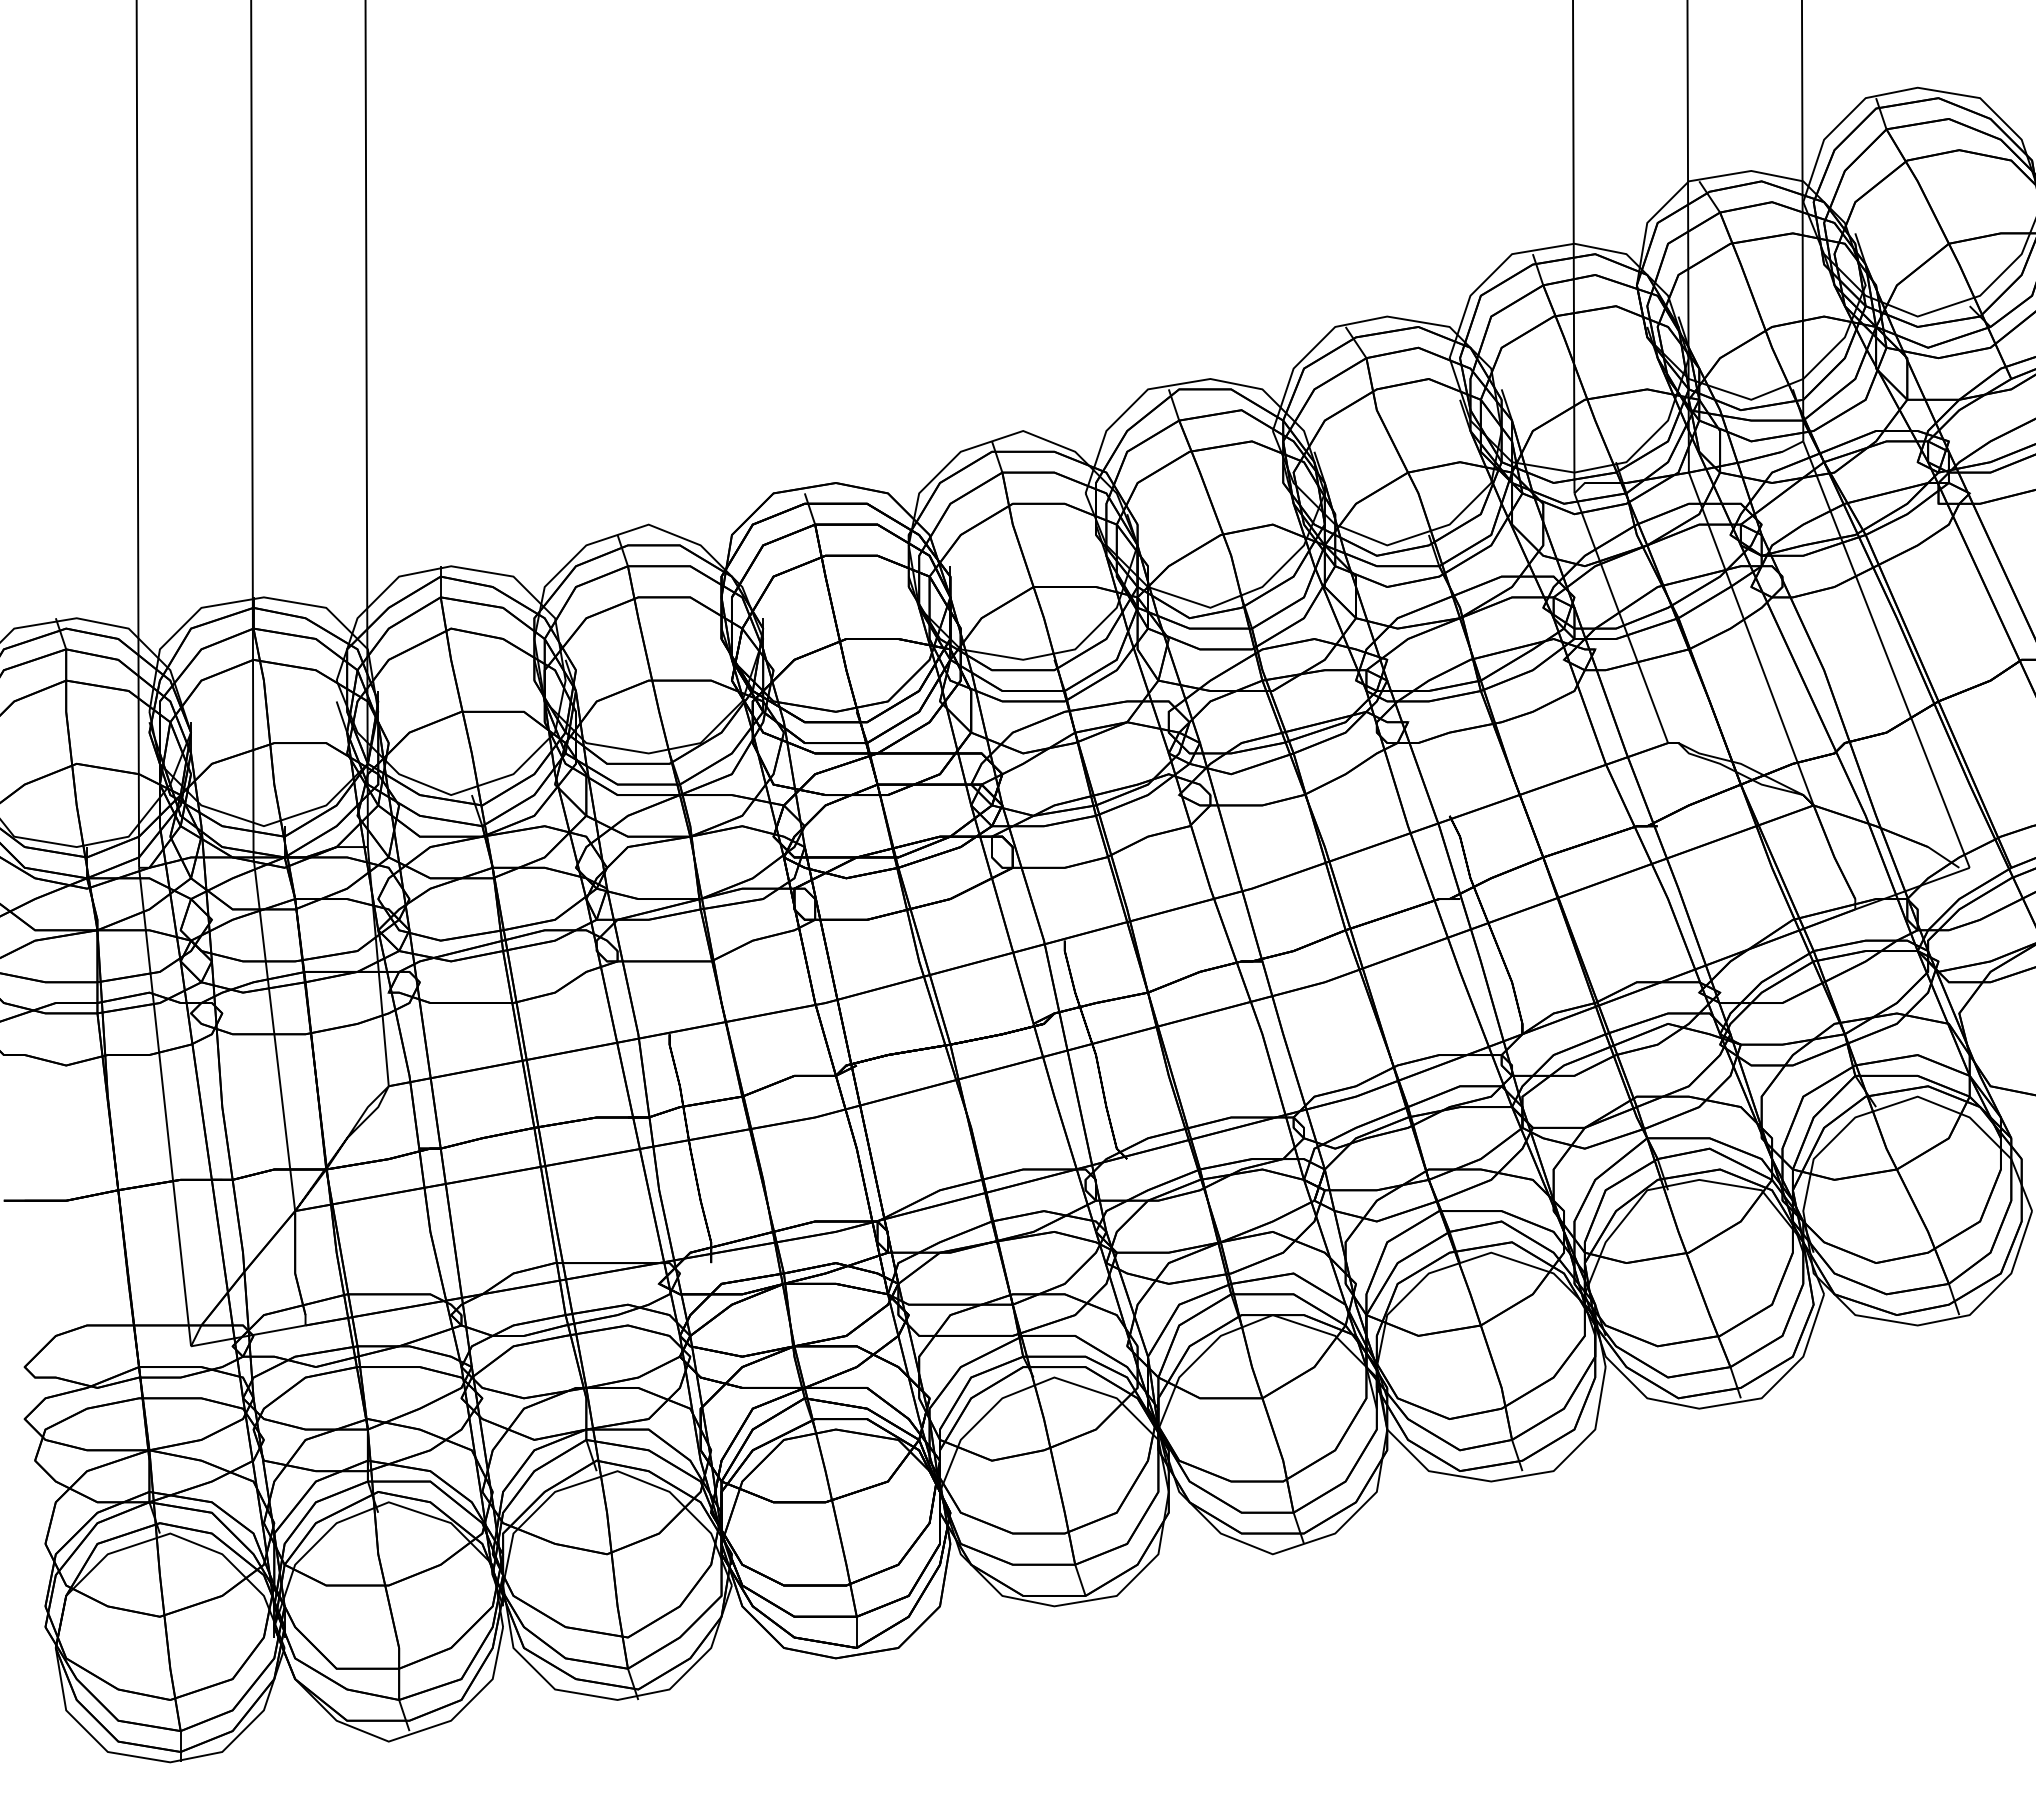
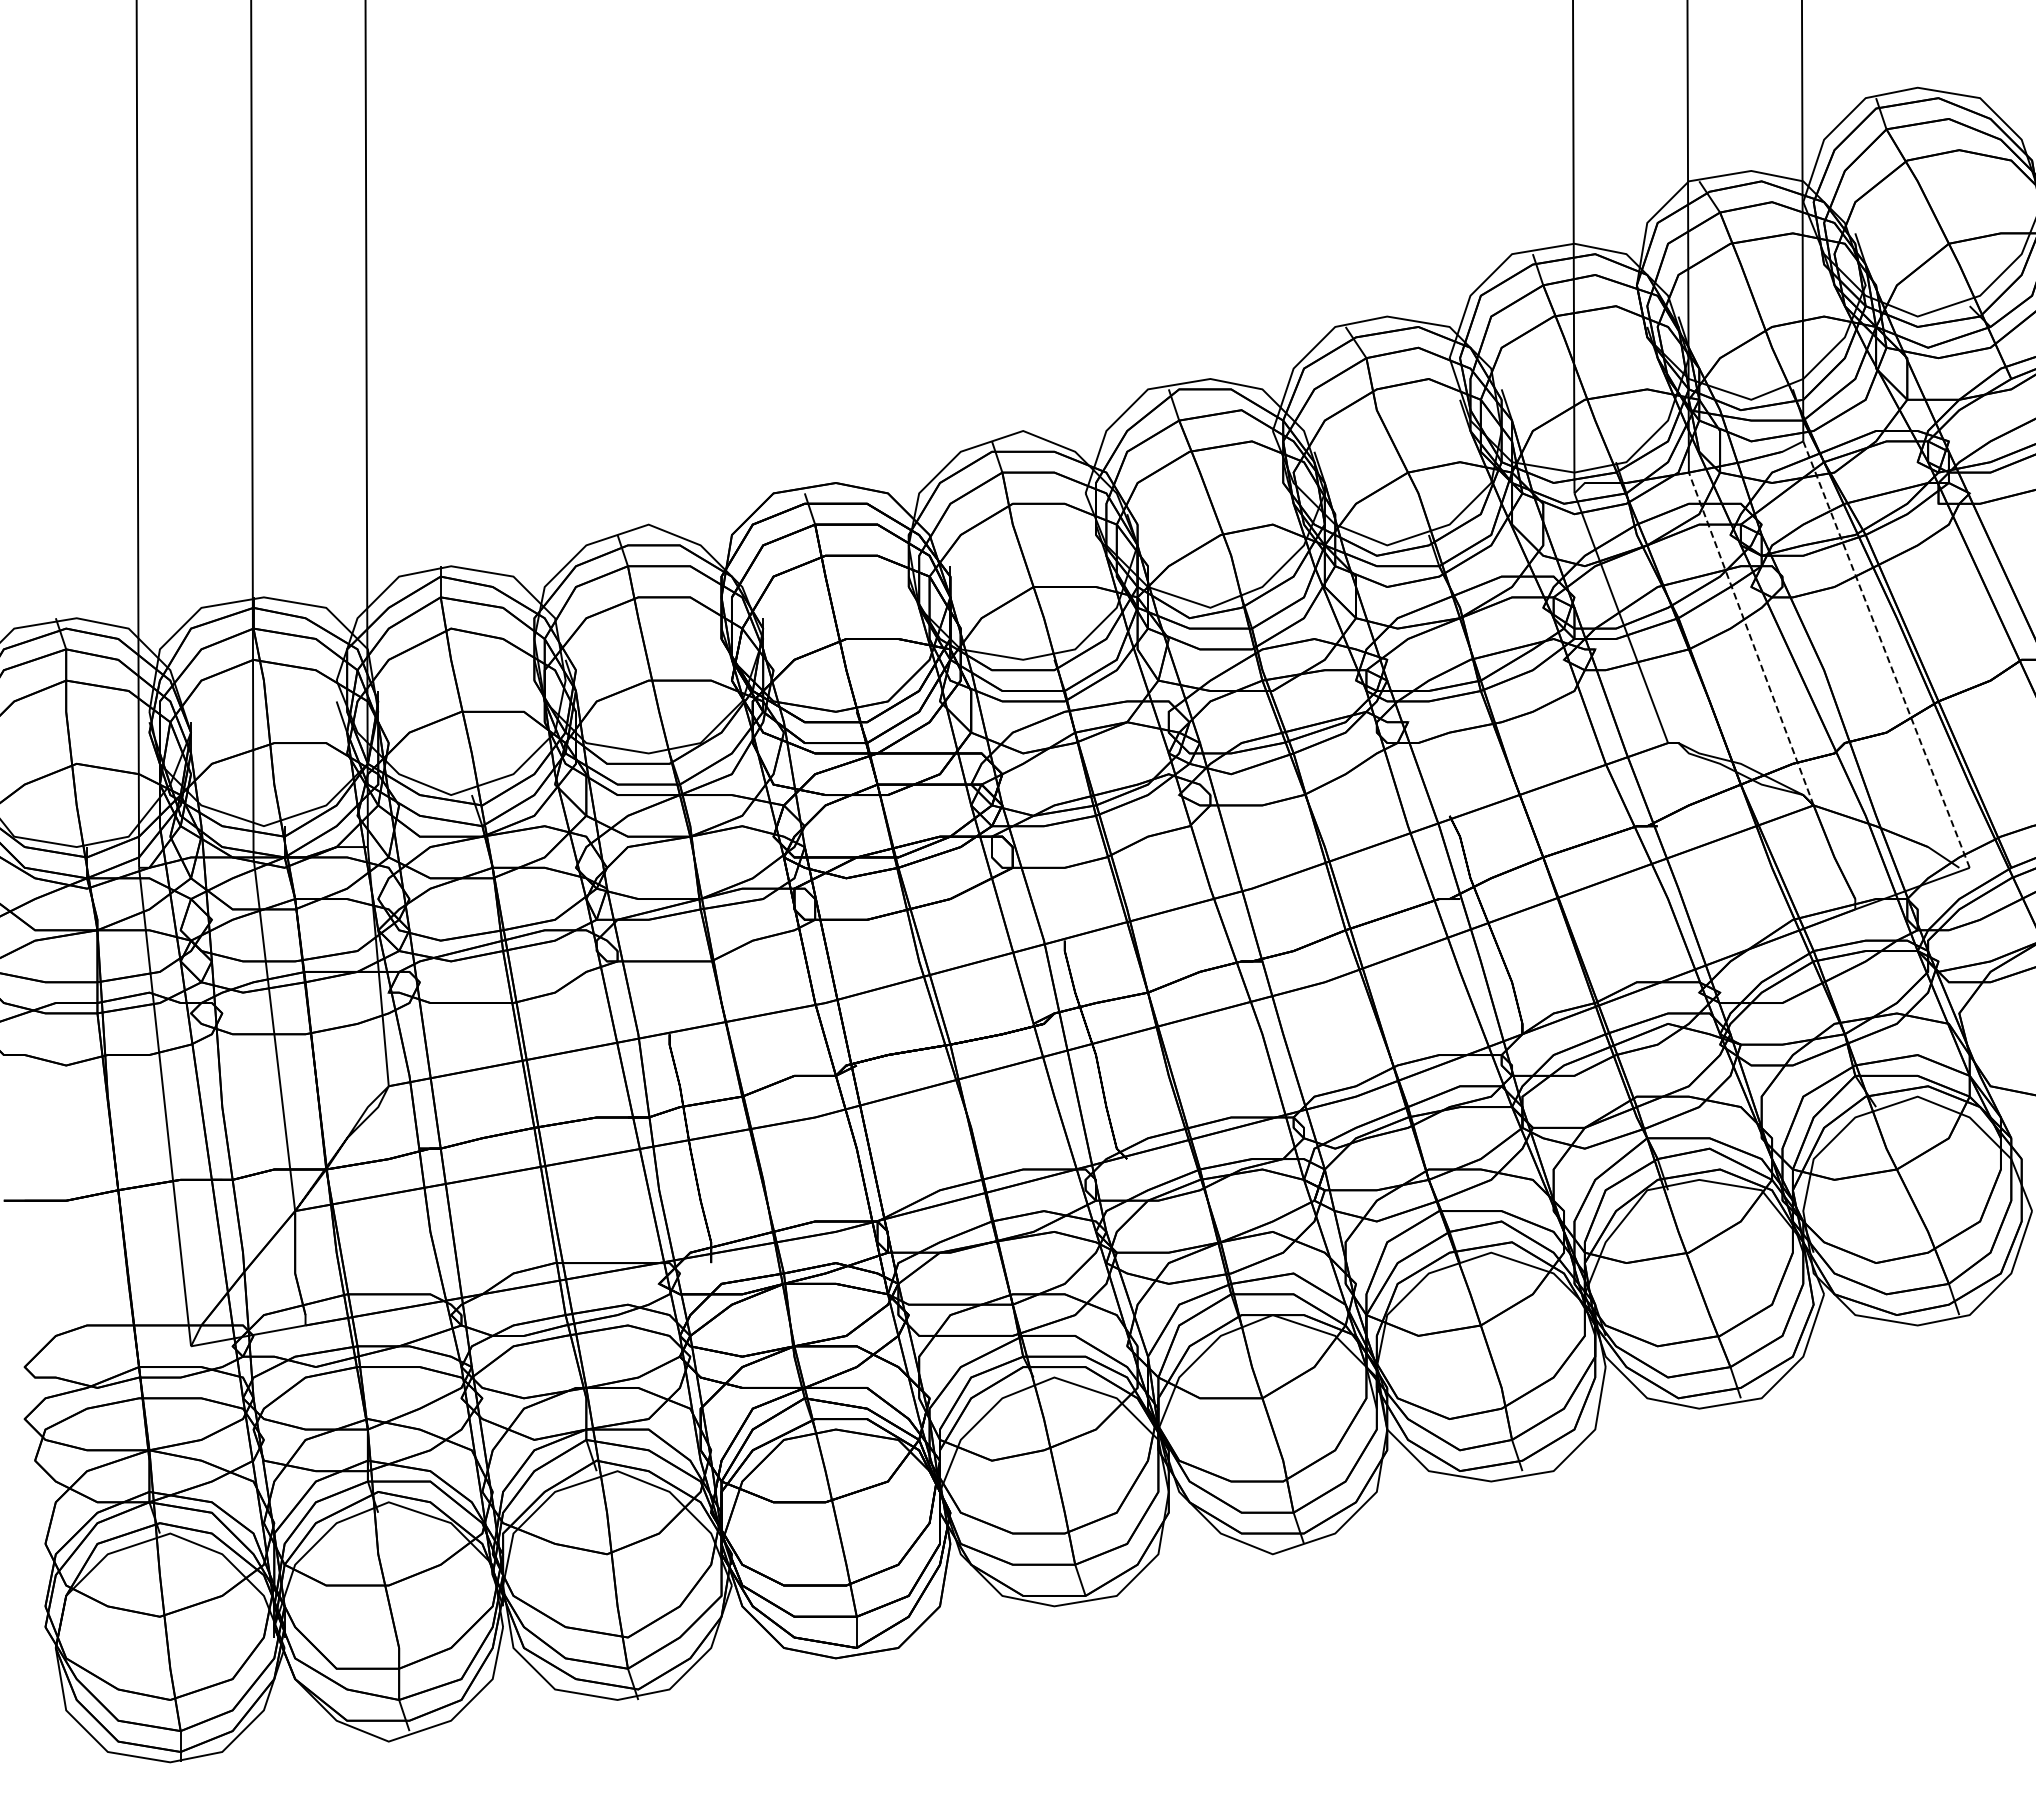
line at (1751, 639): solid -> dashed
line at (1886, 654): solid -> dashed
